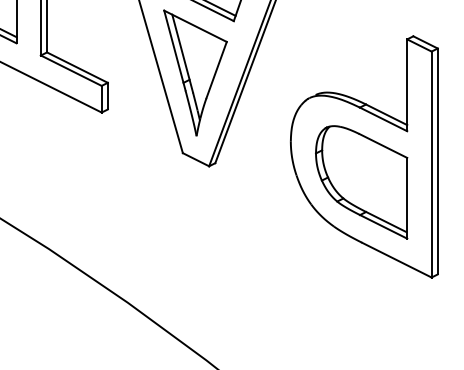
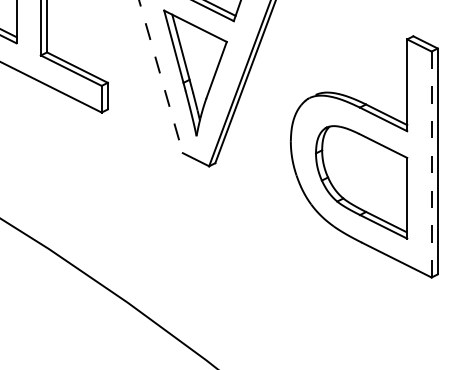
line at (161, 77): solid -> dashed
line at (431, 164): solid -> dashed
